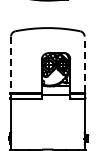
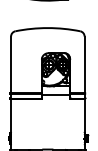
line at (11, 64): dashed -> solid
line at (84, 64): dashed -> solid
